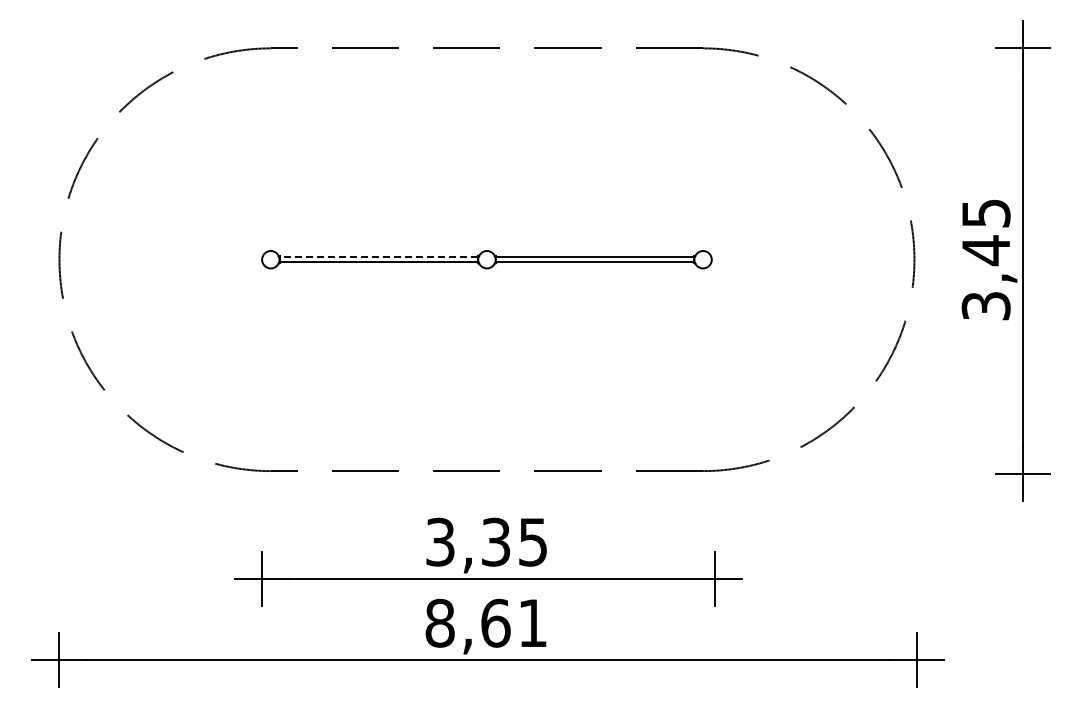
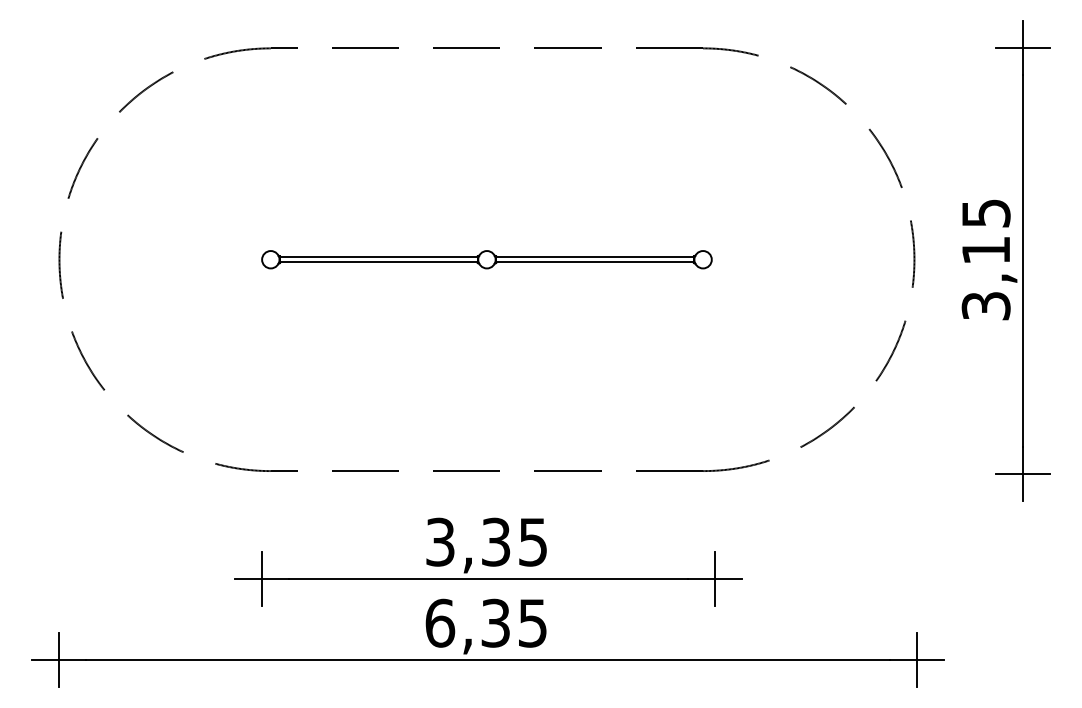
text at (985, 250): 3,45 -> 3,15
line at (378, 257): dashed -> solid
text at (485, 622): 8,61 -> 6,35
